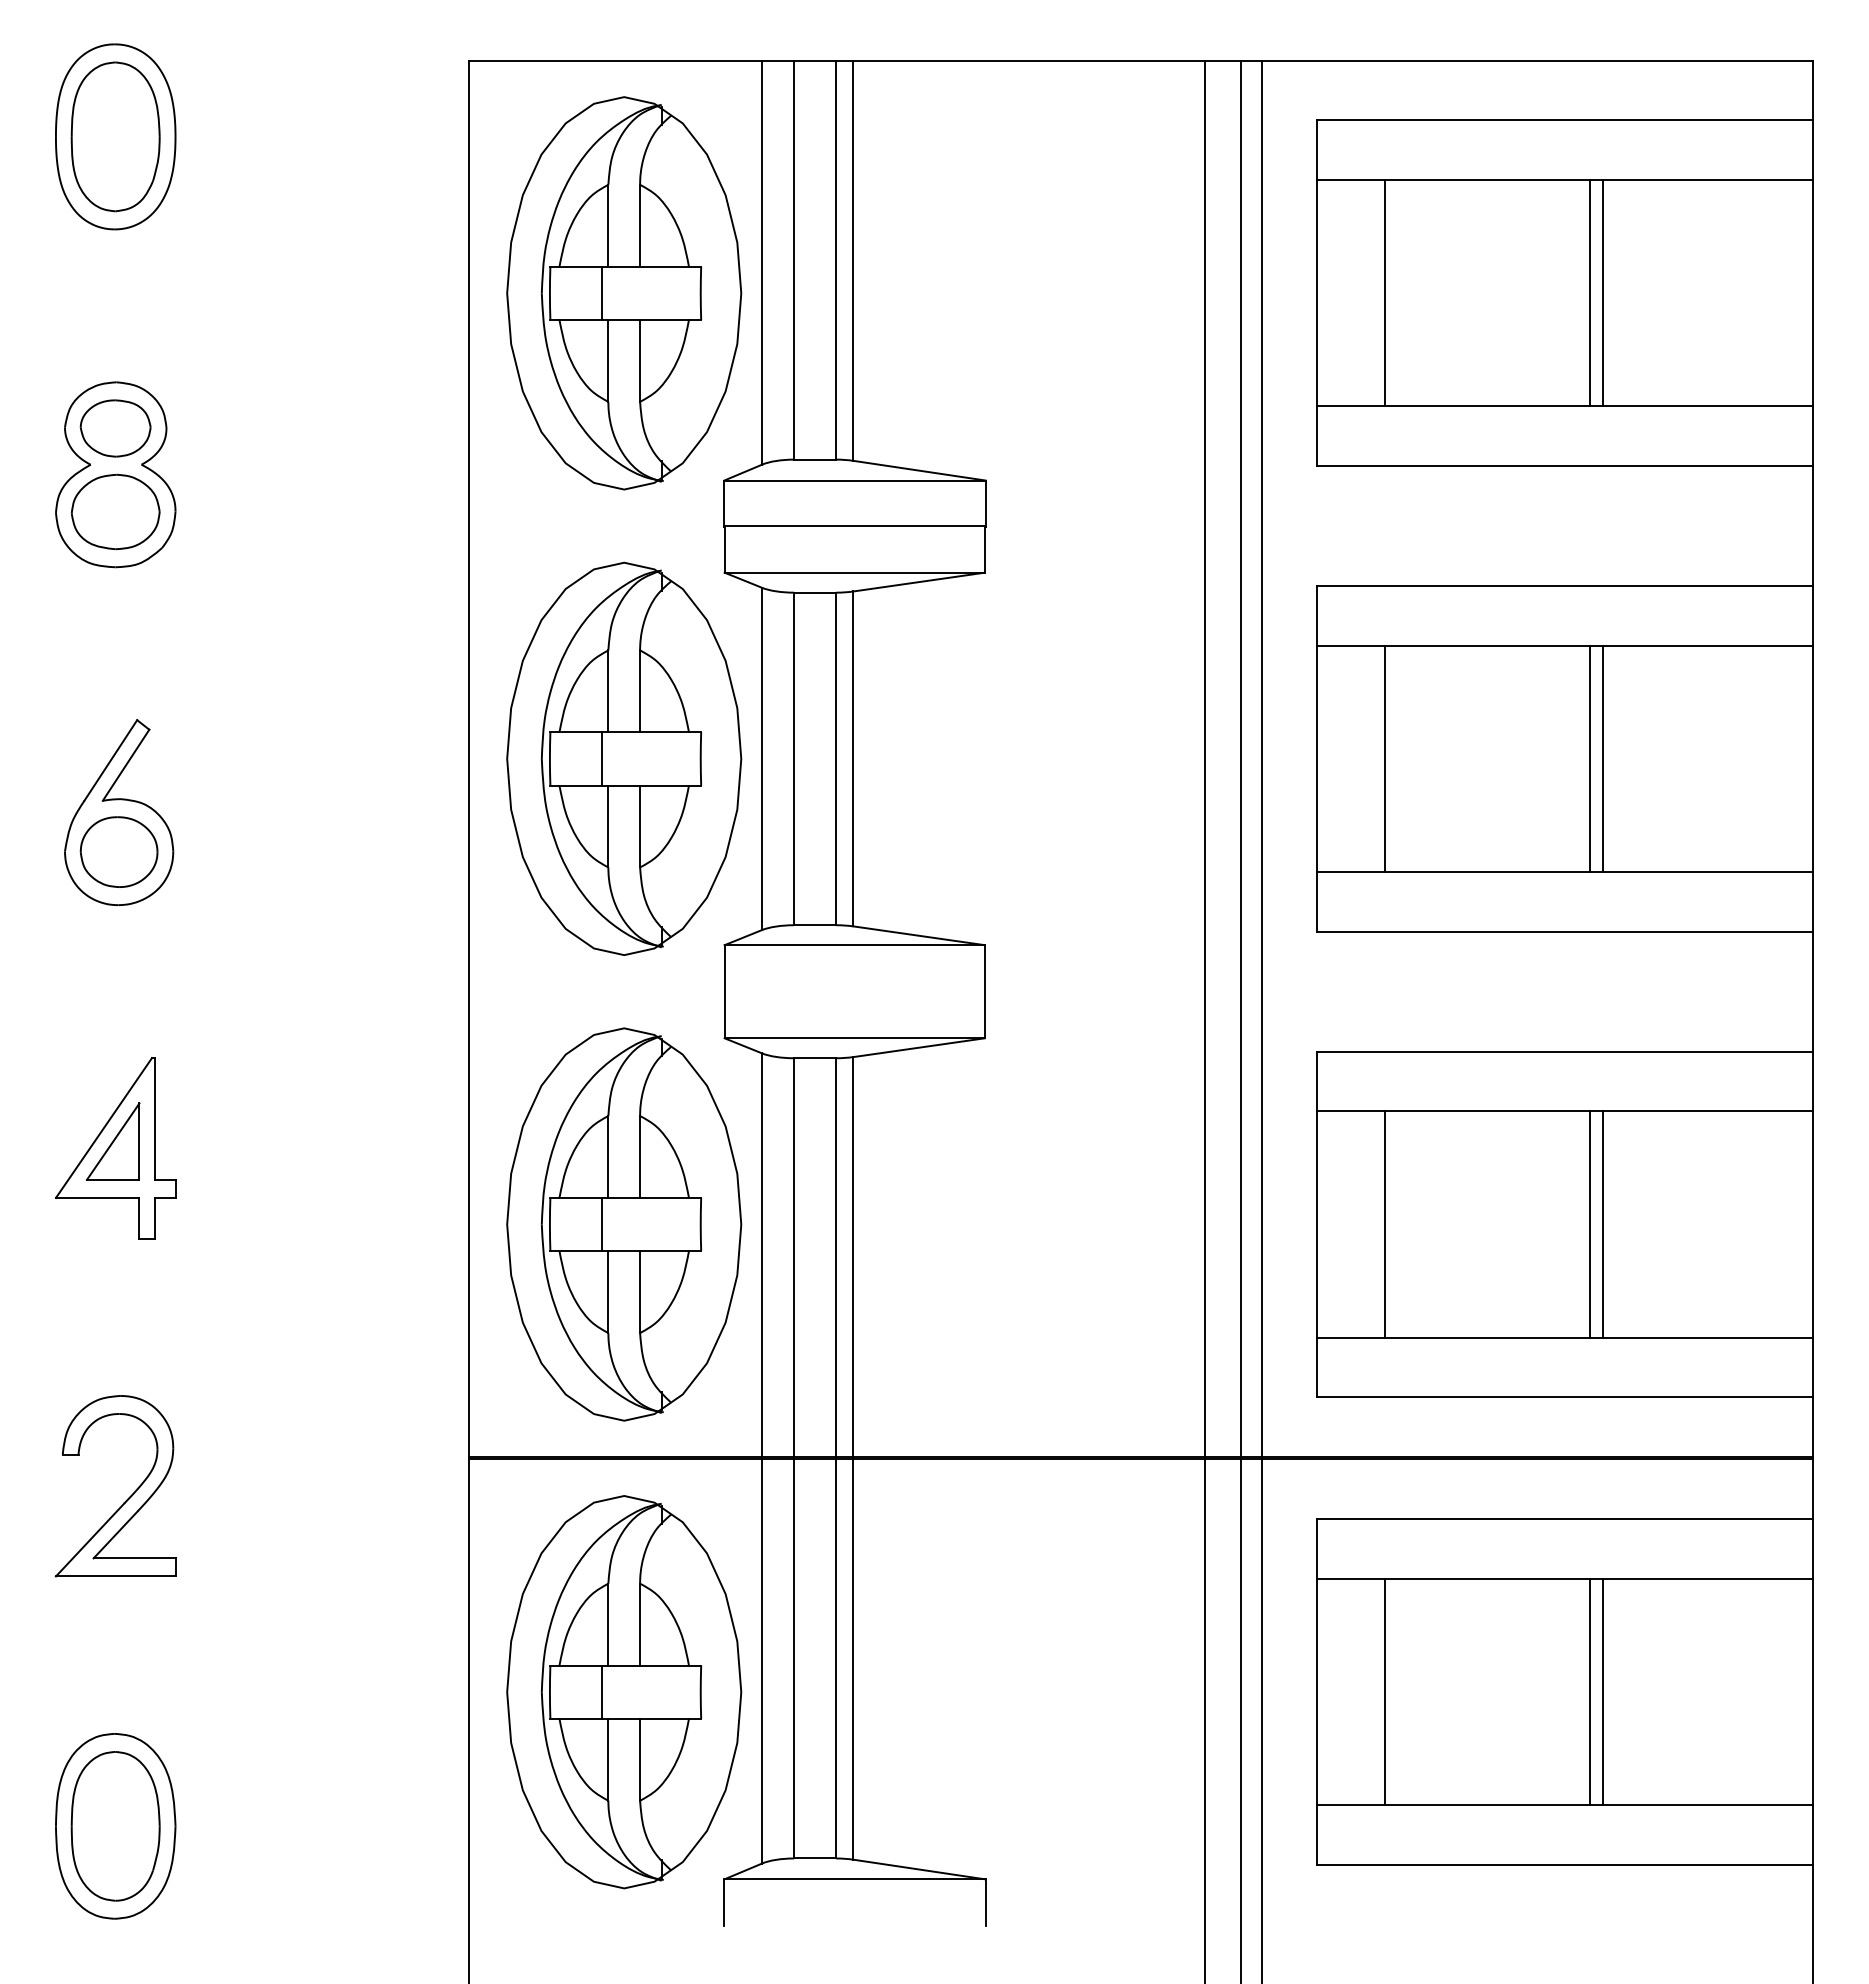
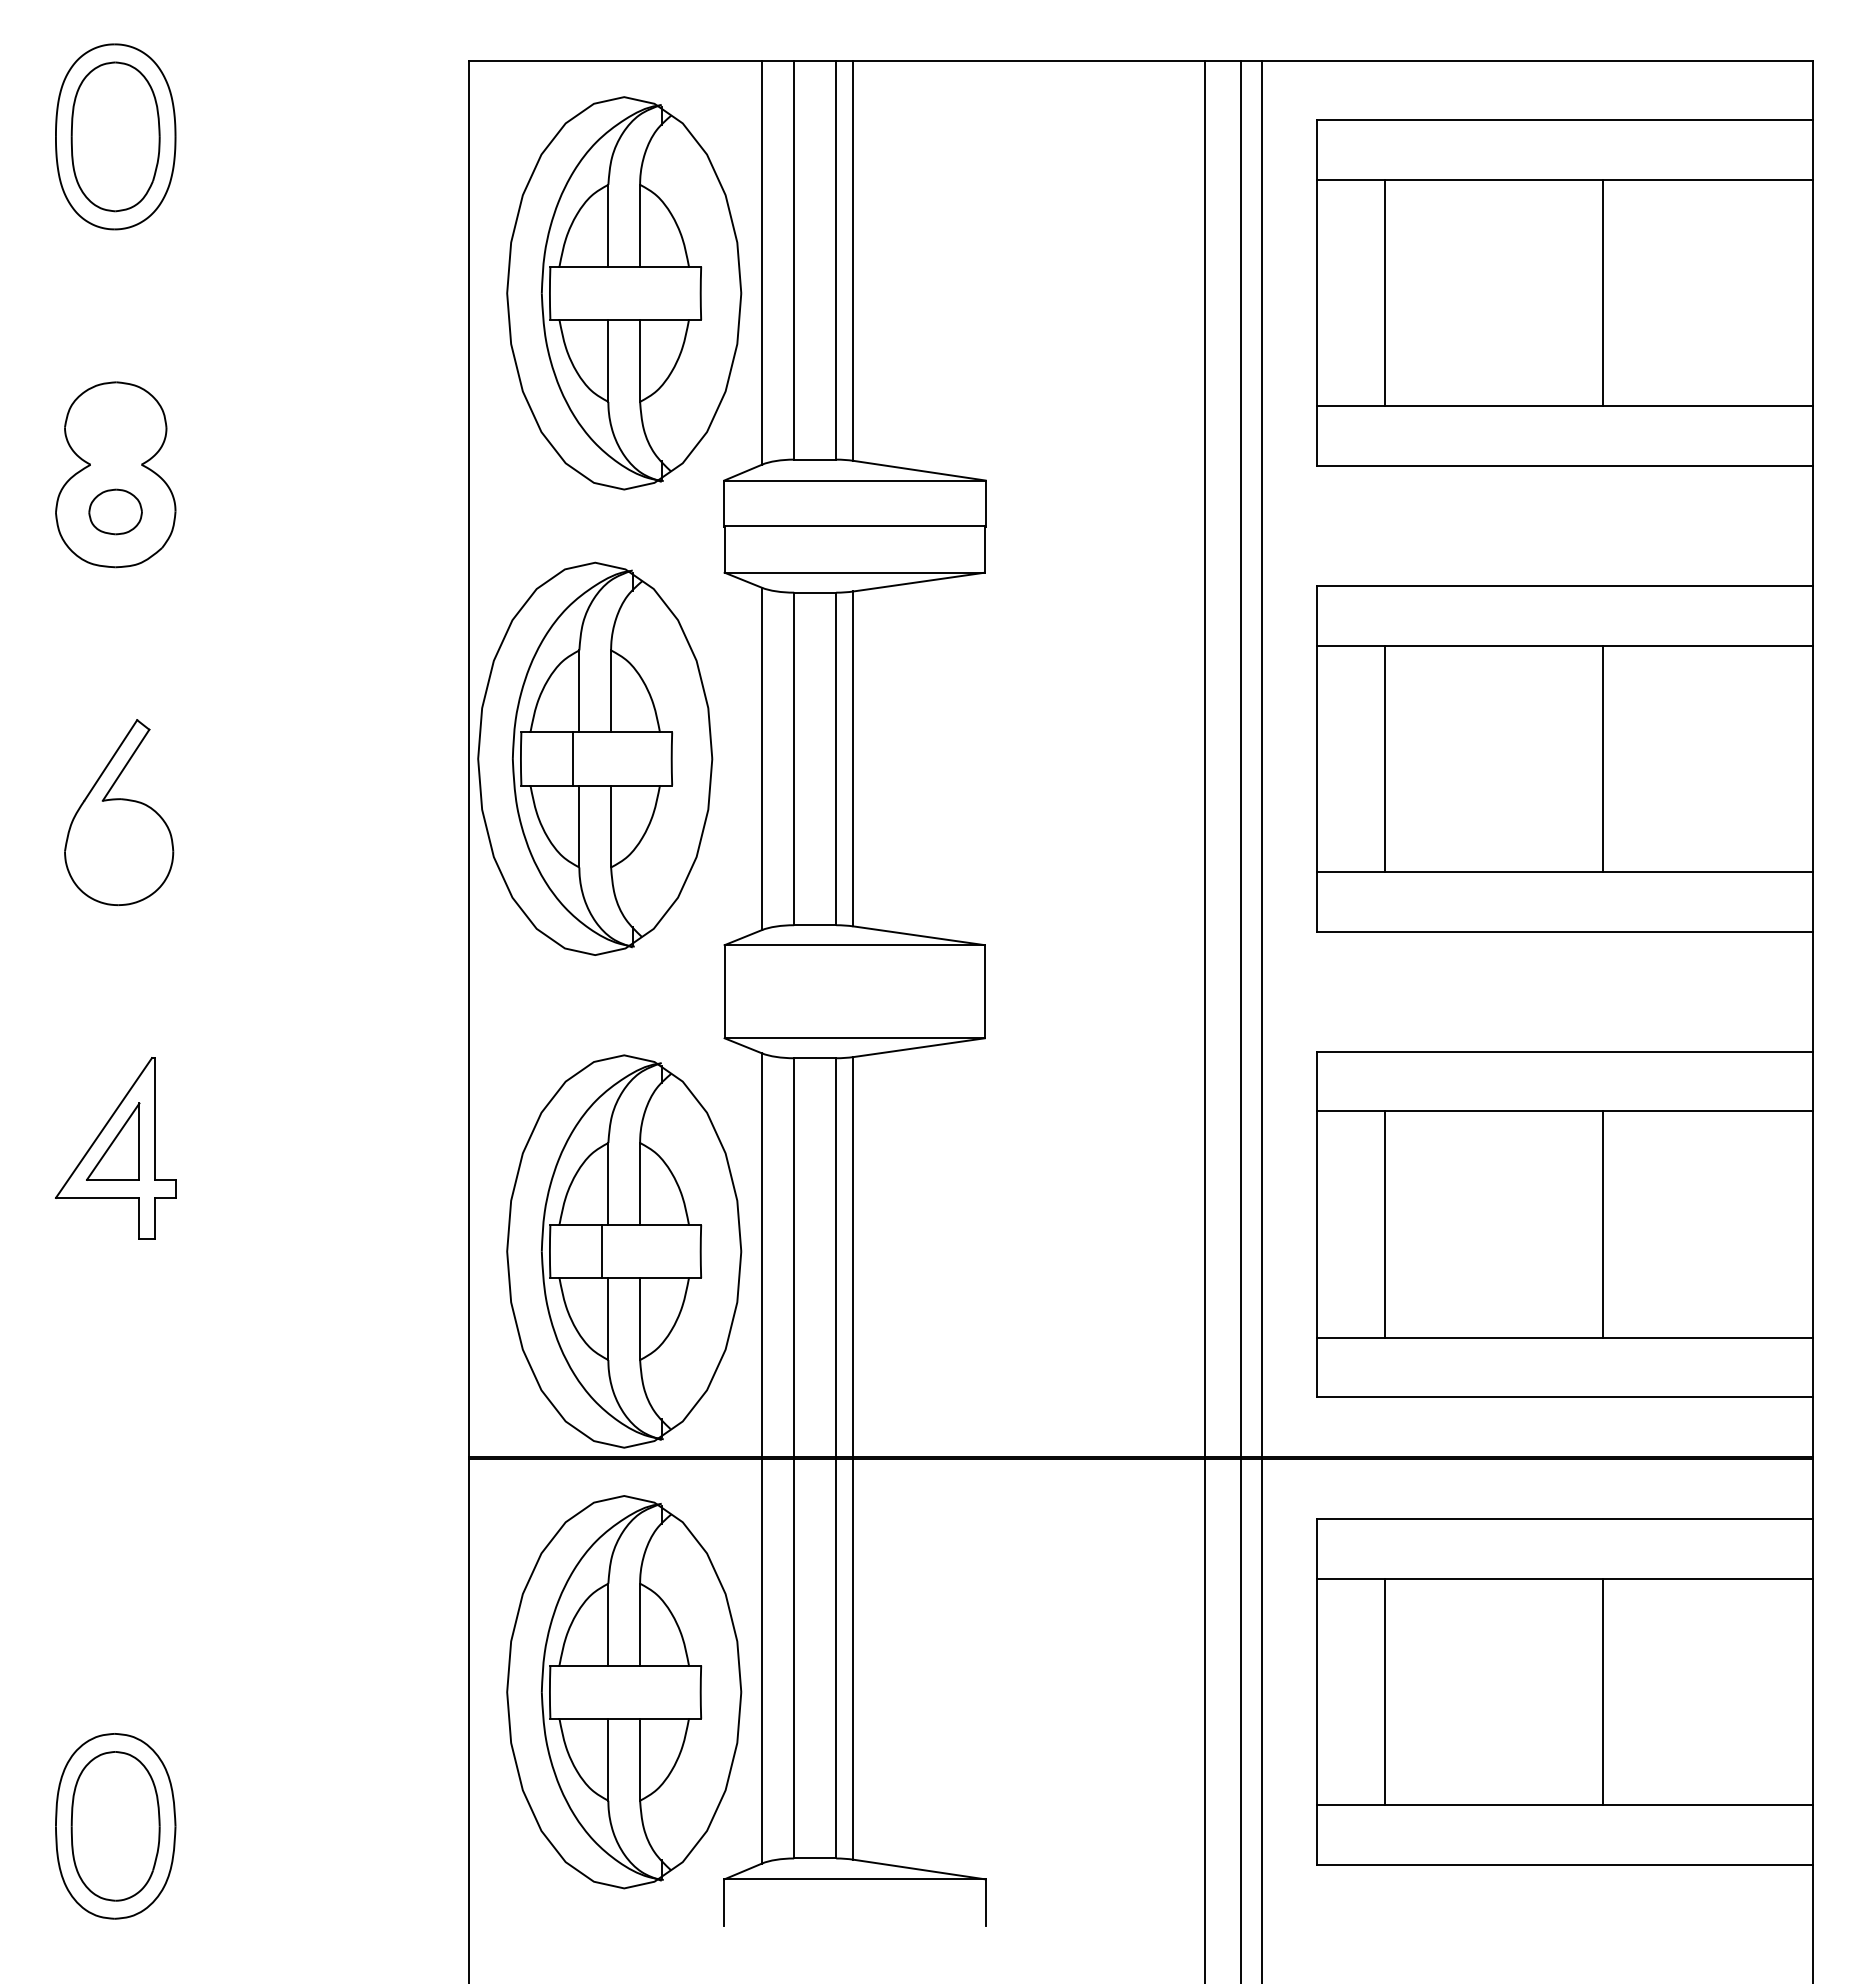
line at (602, 292): present -> none
line at (1590, 293): present -> none
part at (115, 428): present -> none
part at (115, 511) size: 91x78 px -> 55x48 px
part at (624, 758) position: (624, 758) -> (595, 758)
line at (1590, 758): present -> none
part at (118, 851): present -> none
part at (624, 1224) position: (624, 1224) -> (624, 1251)
line at (1590, 1224): present -> none
part at (127, 1498): present -> none
line at (602, 1691): present -> none
line at (1590, 1692): present -> none
